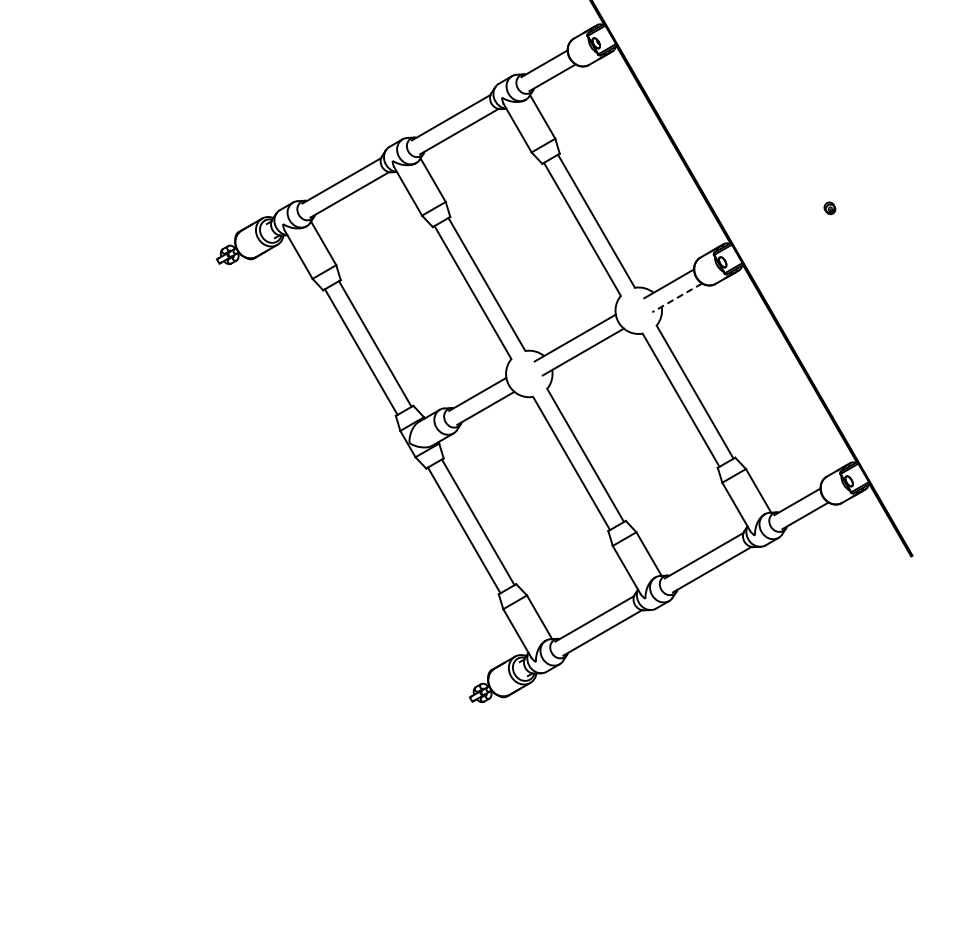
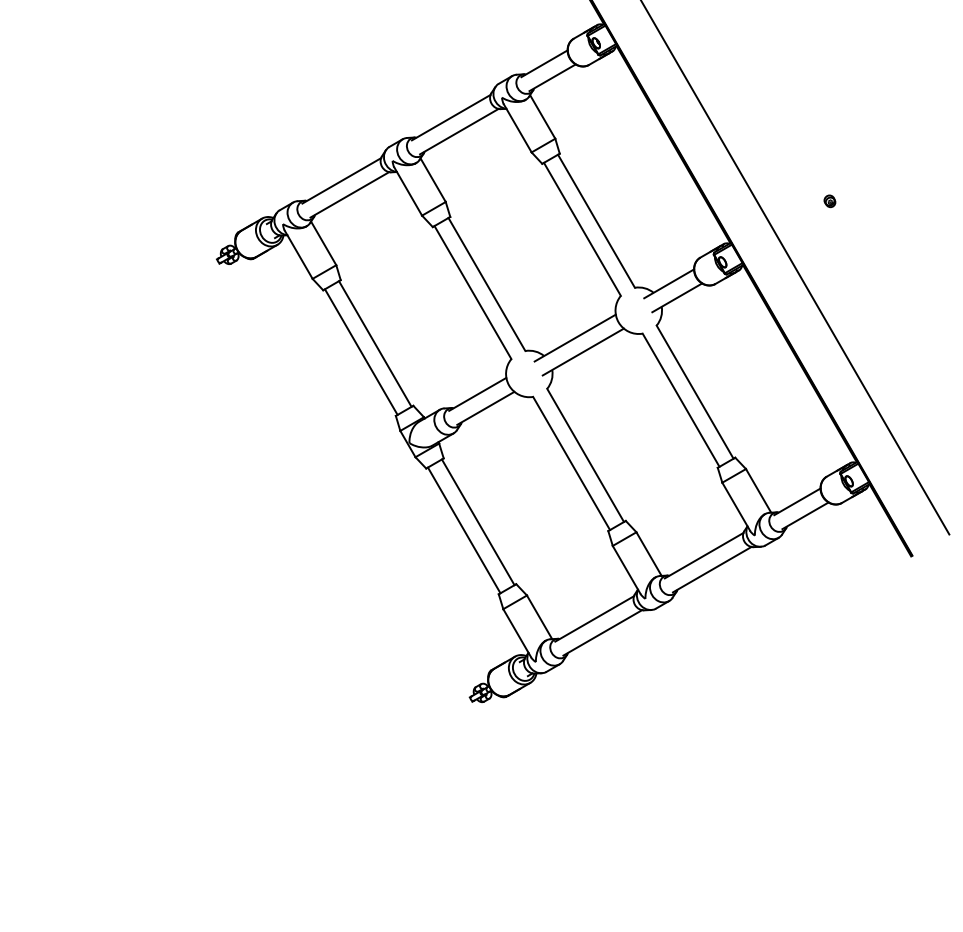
part at (829, 208) position: (829, 208) -> (829, 201)
line at (795, 268): none -> present
line at (677, 297): dashed -> solid
